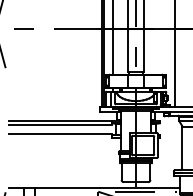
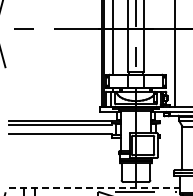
line at (94, 187): solid -> dashed
